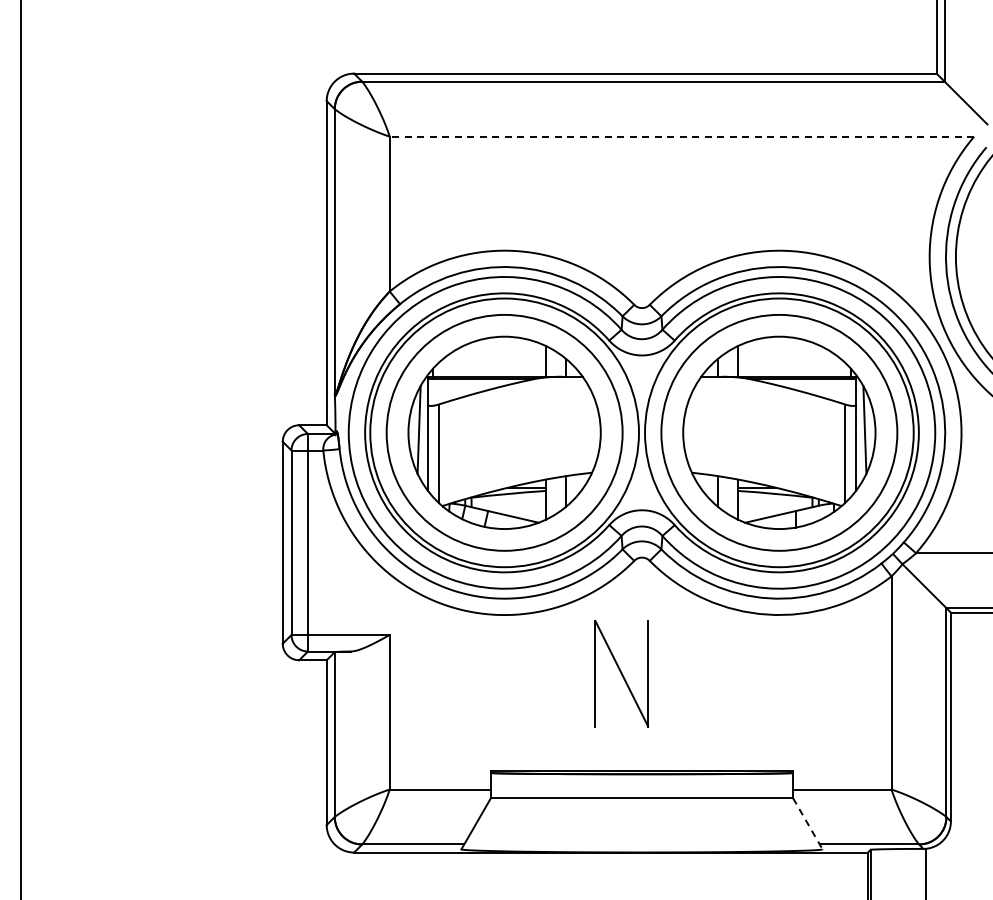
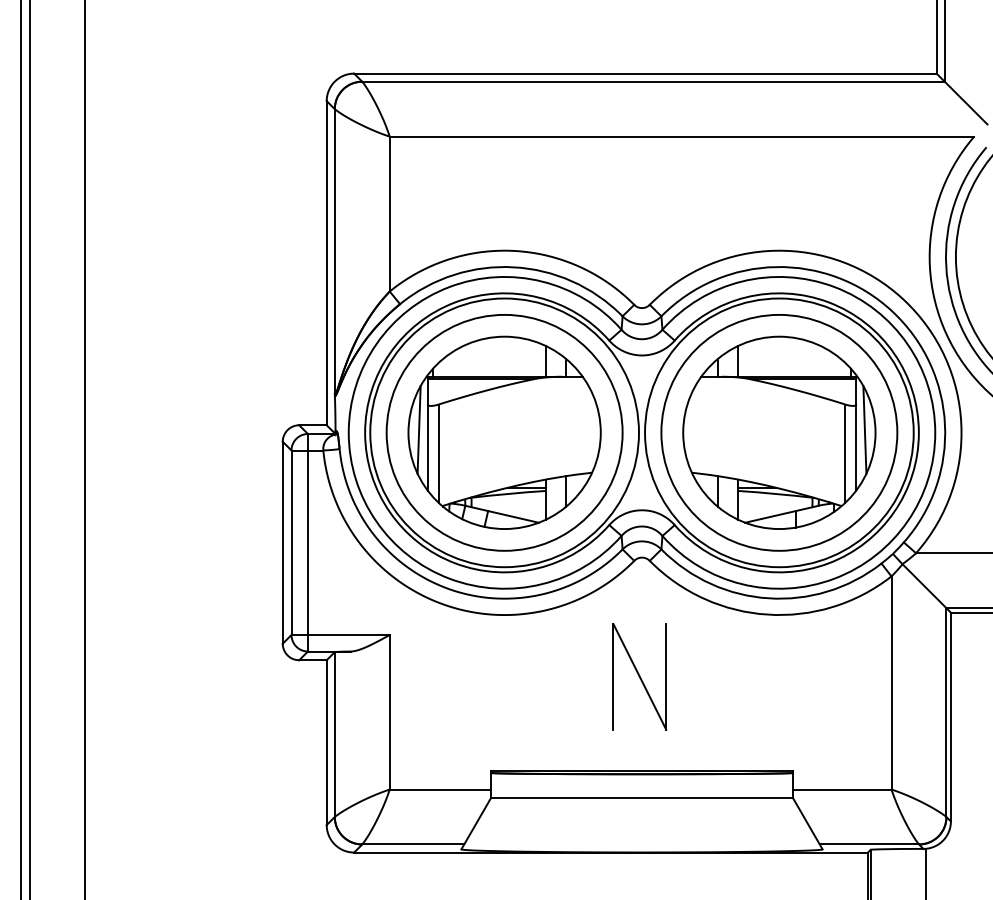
line at (681, 136): dashed -> solid
line at (29, 449): none -> present
line at (84, 449): none -> present
part at (621, 673) position: (621, 673) -> (639, 676)
line at (808, 824): dashed -> solid
